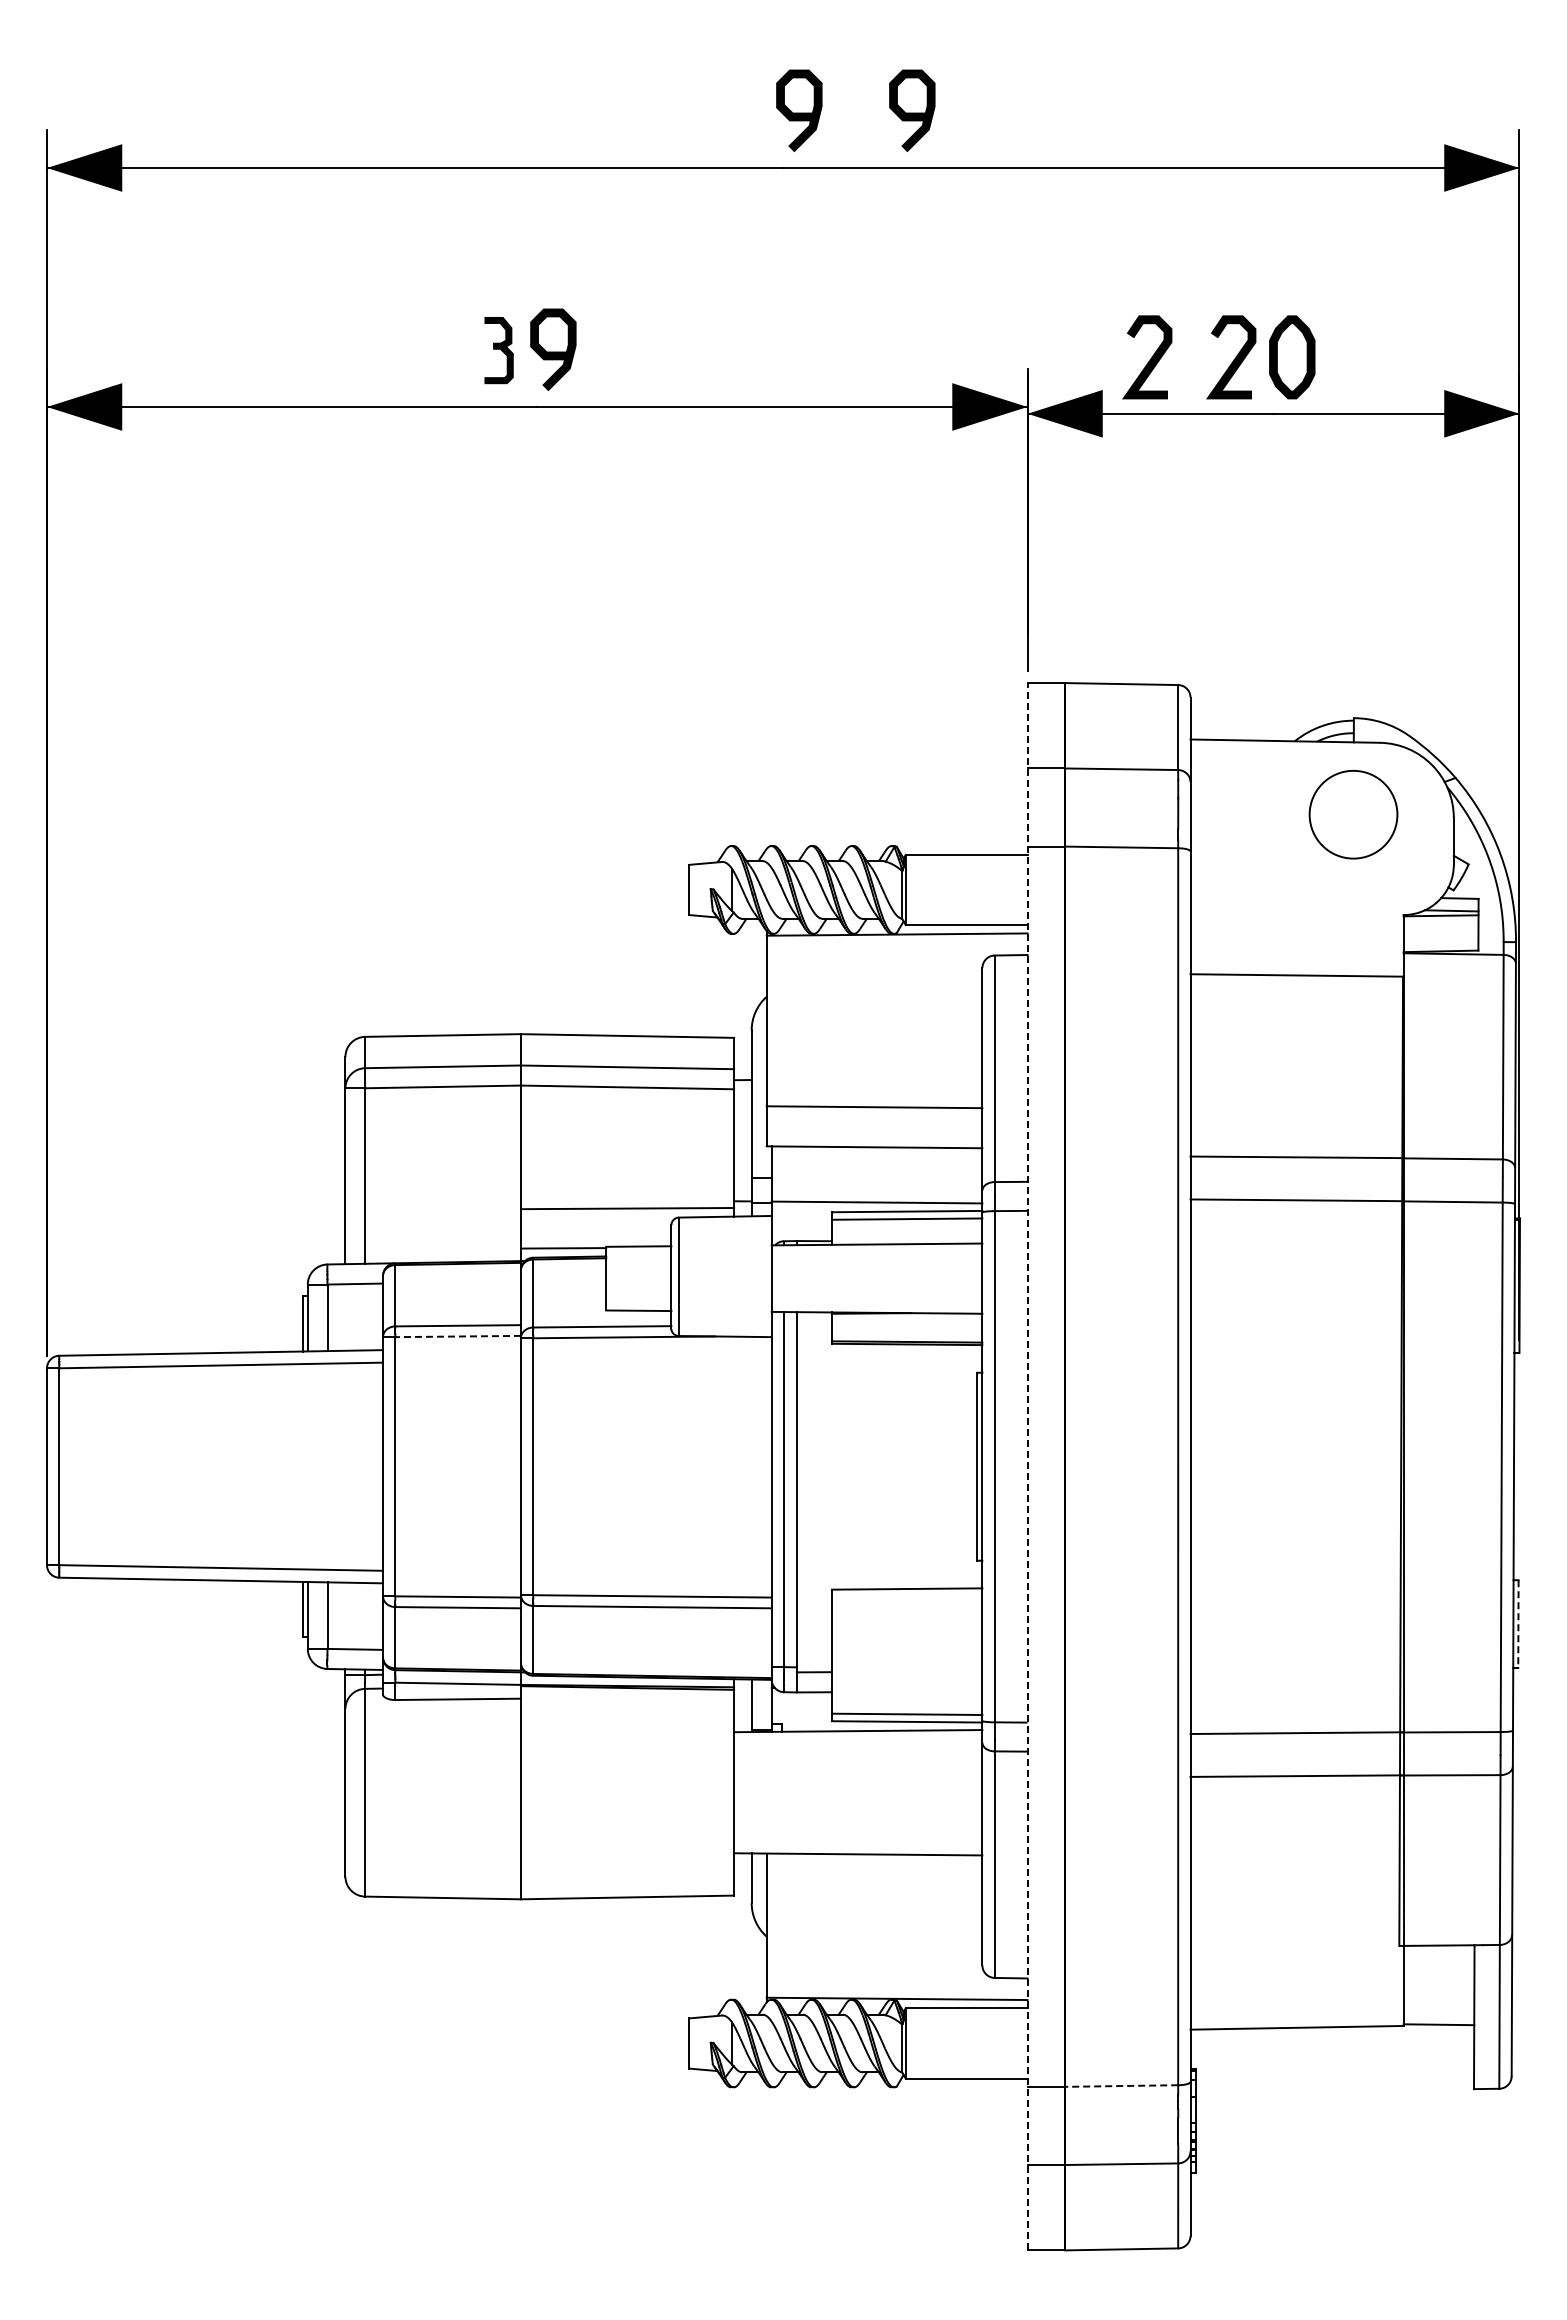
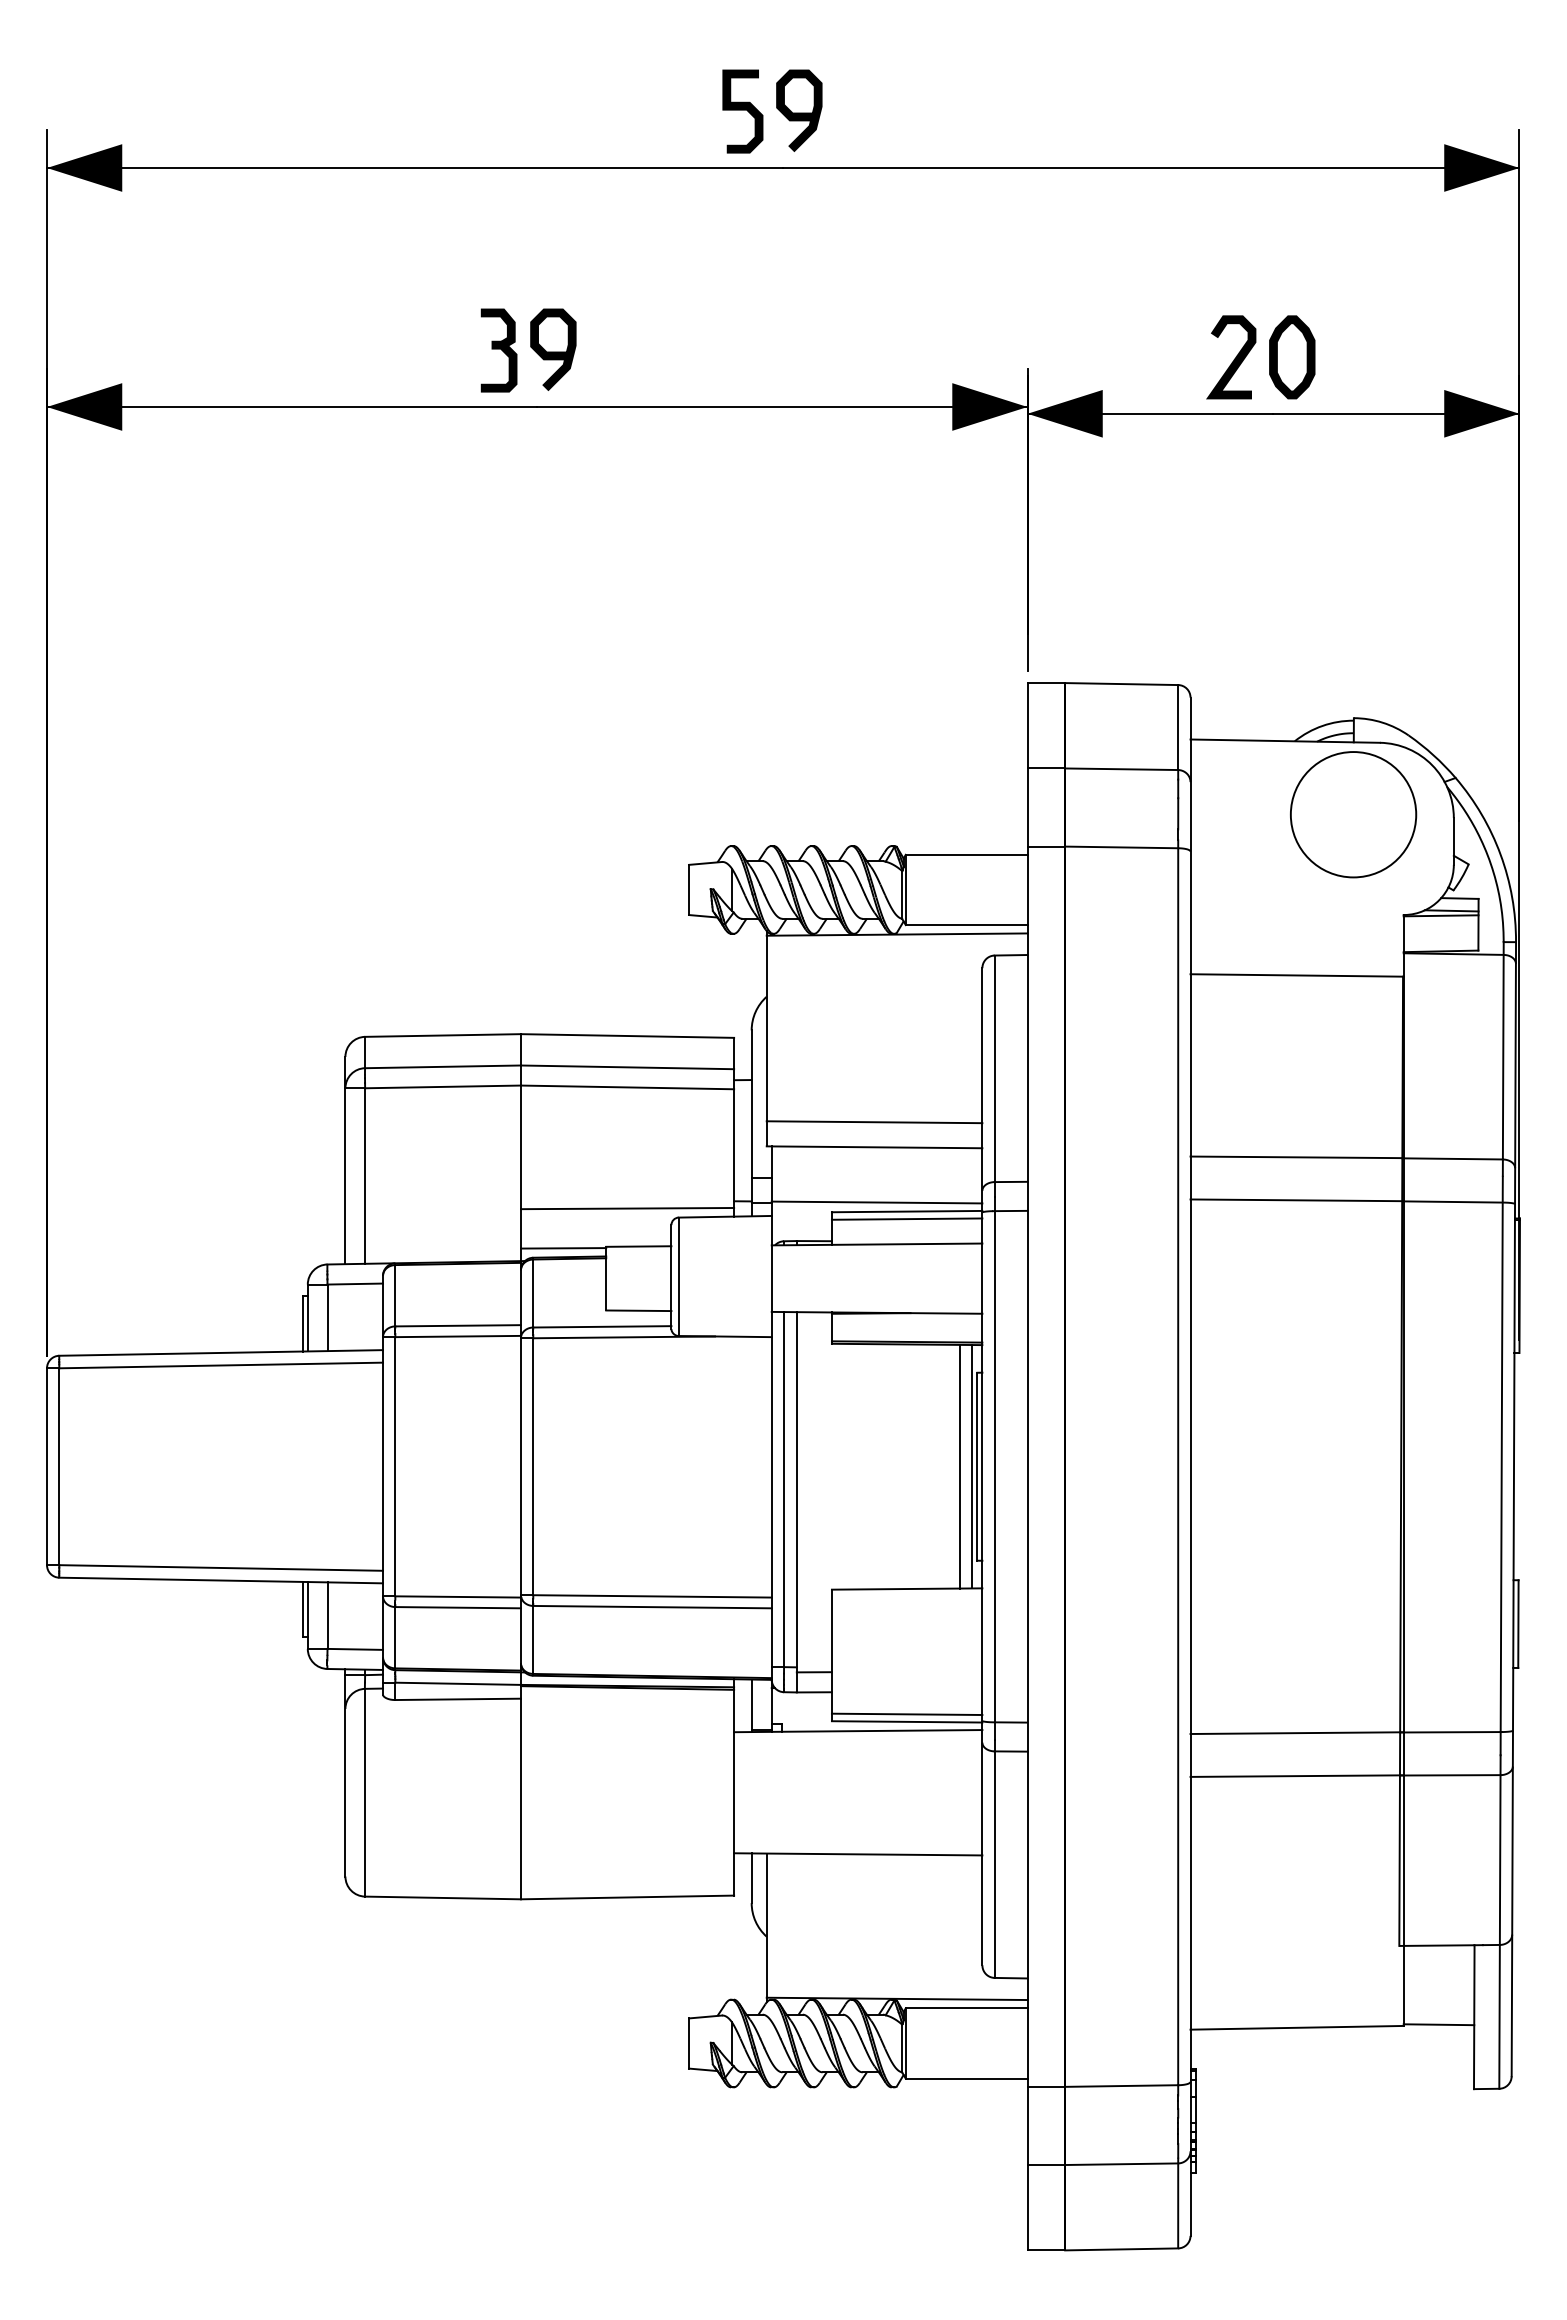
curve at (742, 110): none -> present
curve at (912, 112): present -> none
part at (498, 350) size: 30x68 px -> 38x85 px
curve at (1149, 359): present -> none
circle at (1353, 814) diameter: 88 px -> 125 px
line at (874, 1107) position: (874, 1107) -> (874, 1122)
line at (458, 1336): dashed -> solid
line at (959, 1466): none -> present
line at (972, 1466): none -> present
line at (1027, 1466): dashed -> solid
line at (1518, 1624): dashed -> solid
line at (1121, 2086): dashed -> solid
